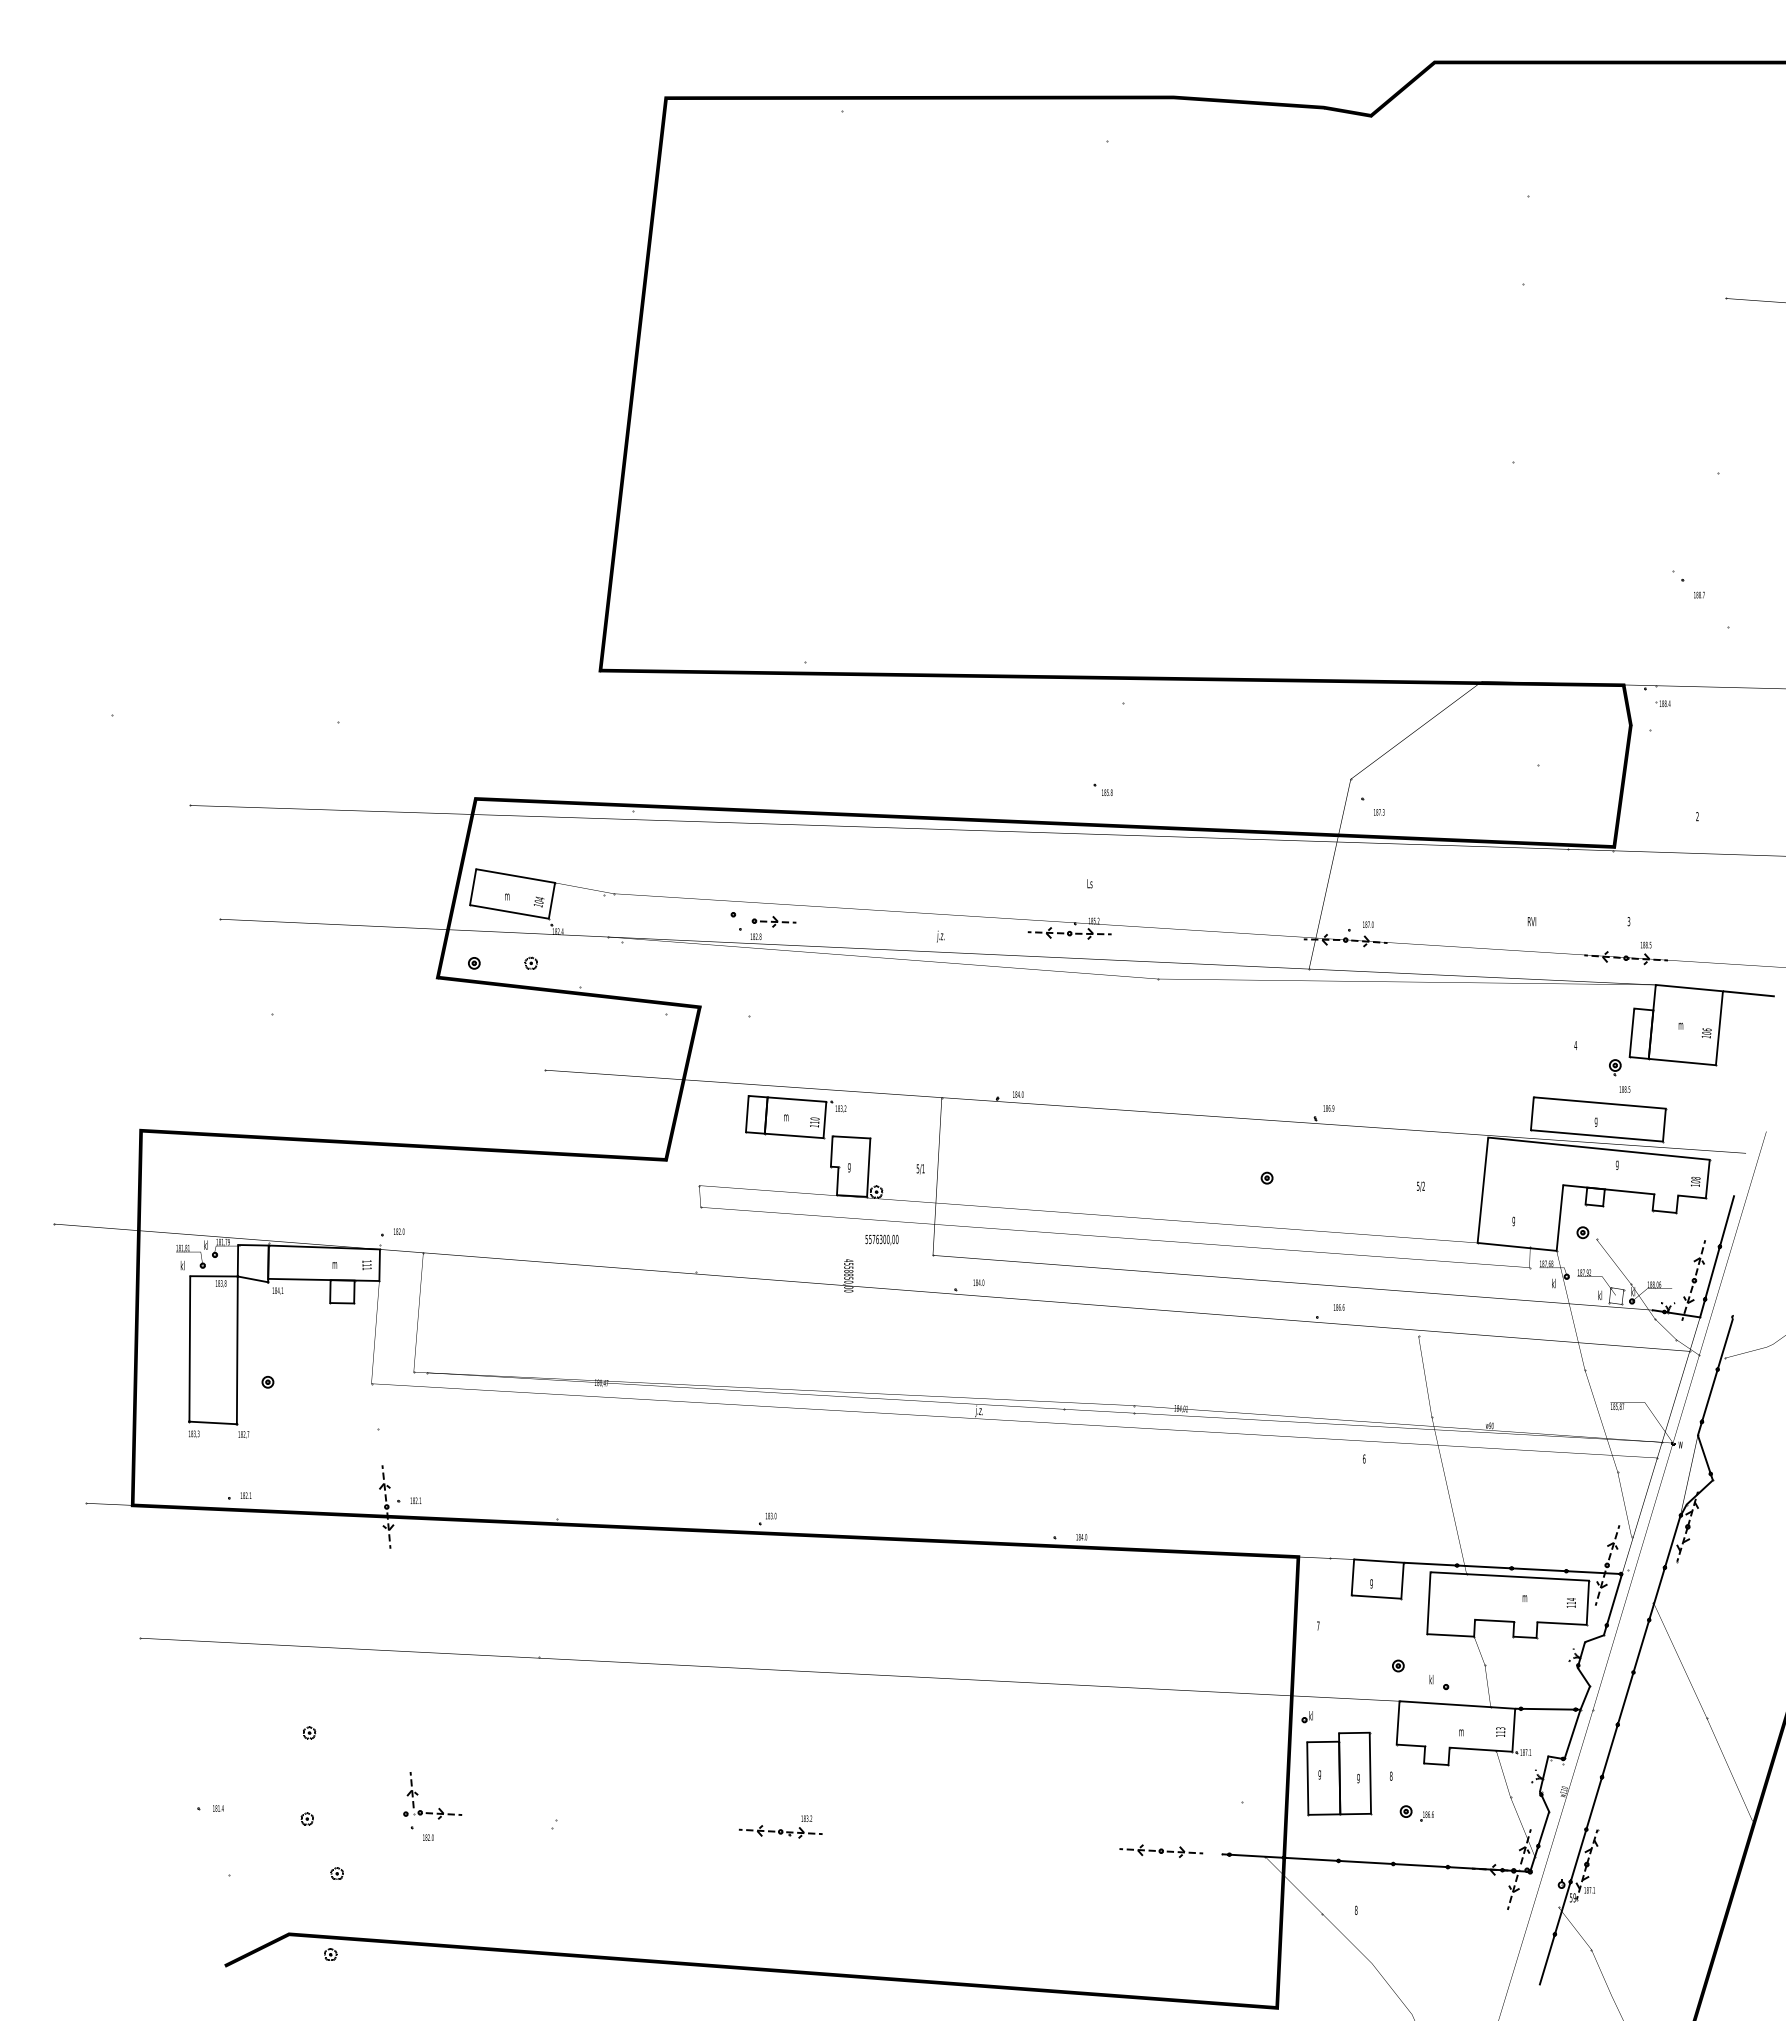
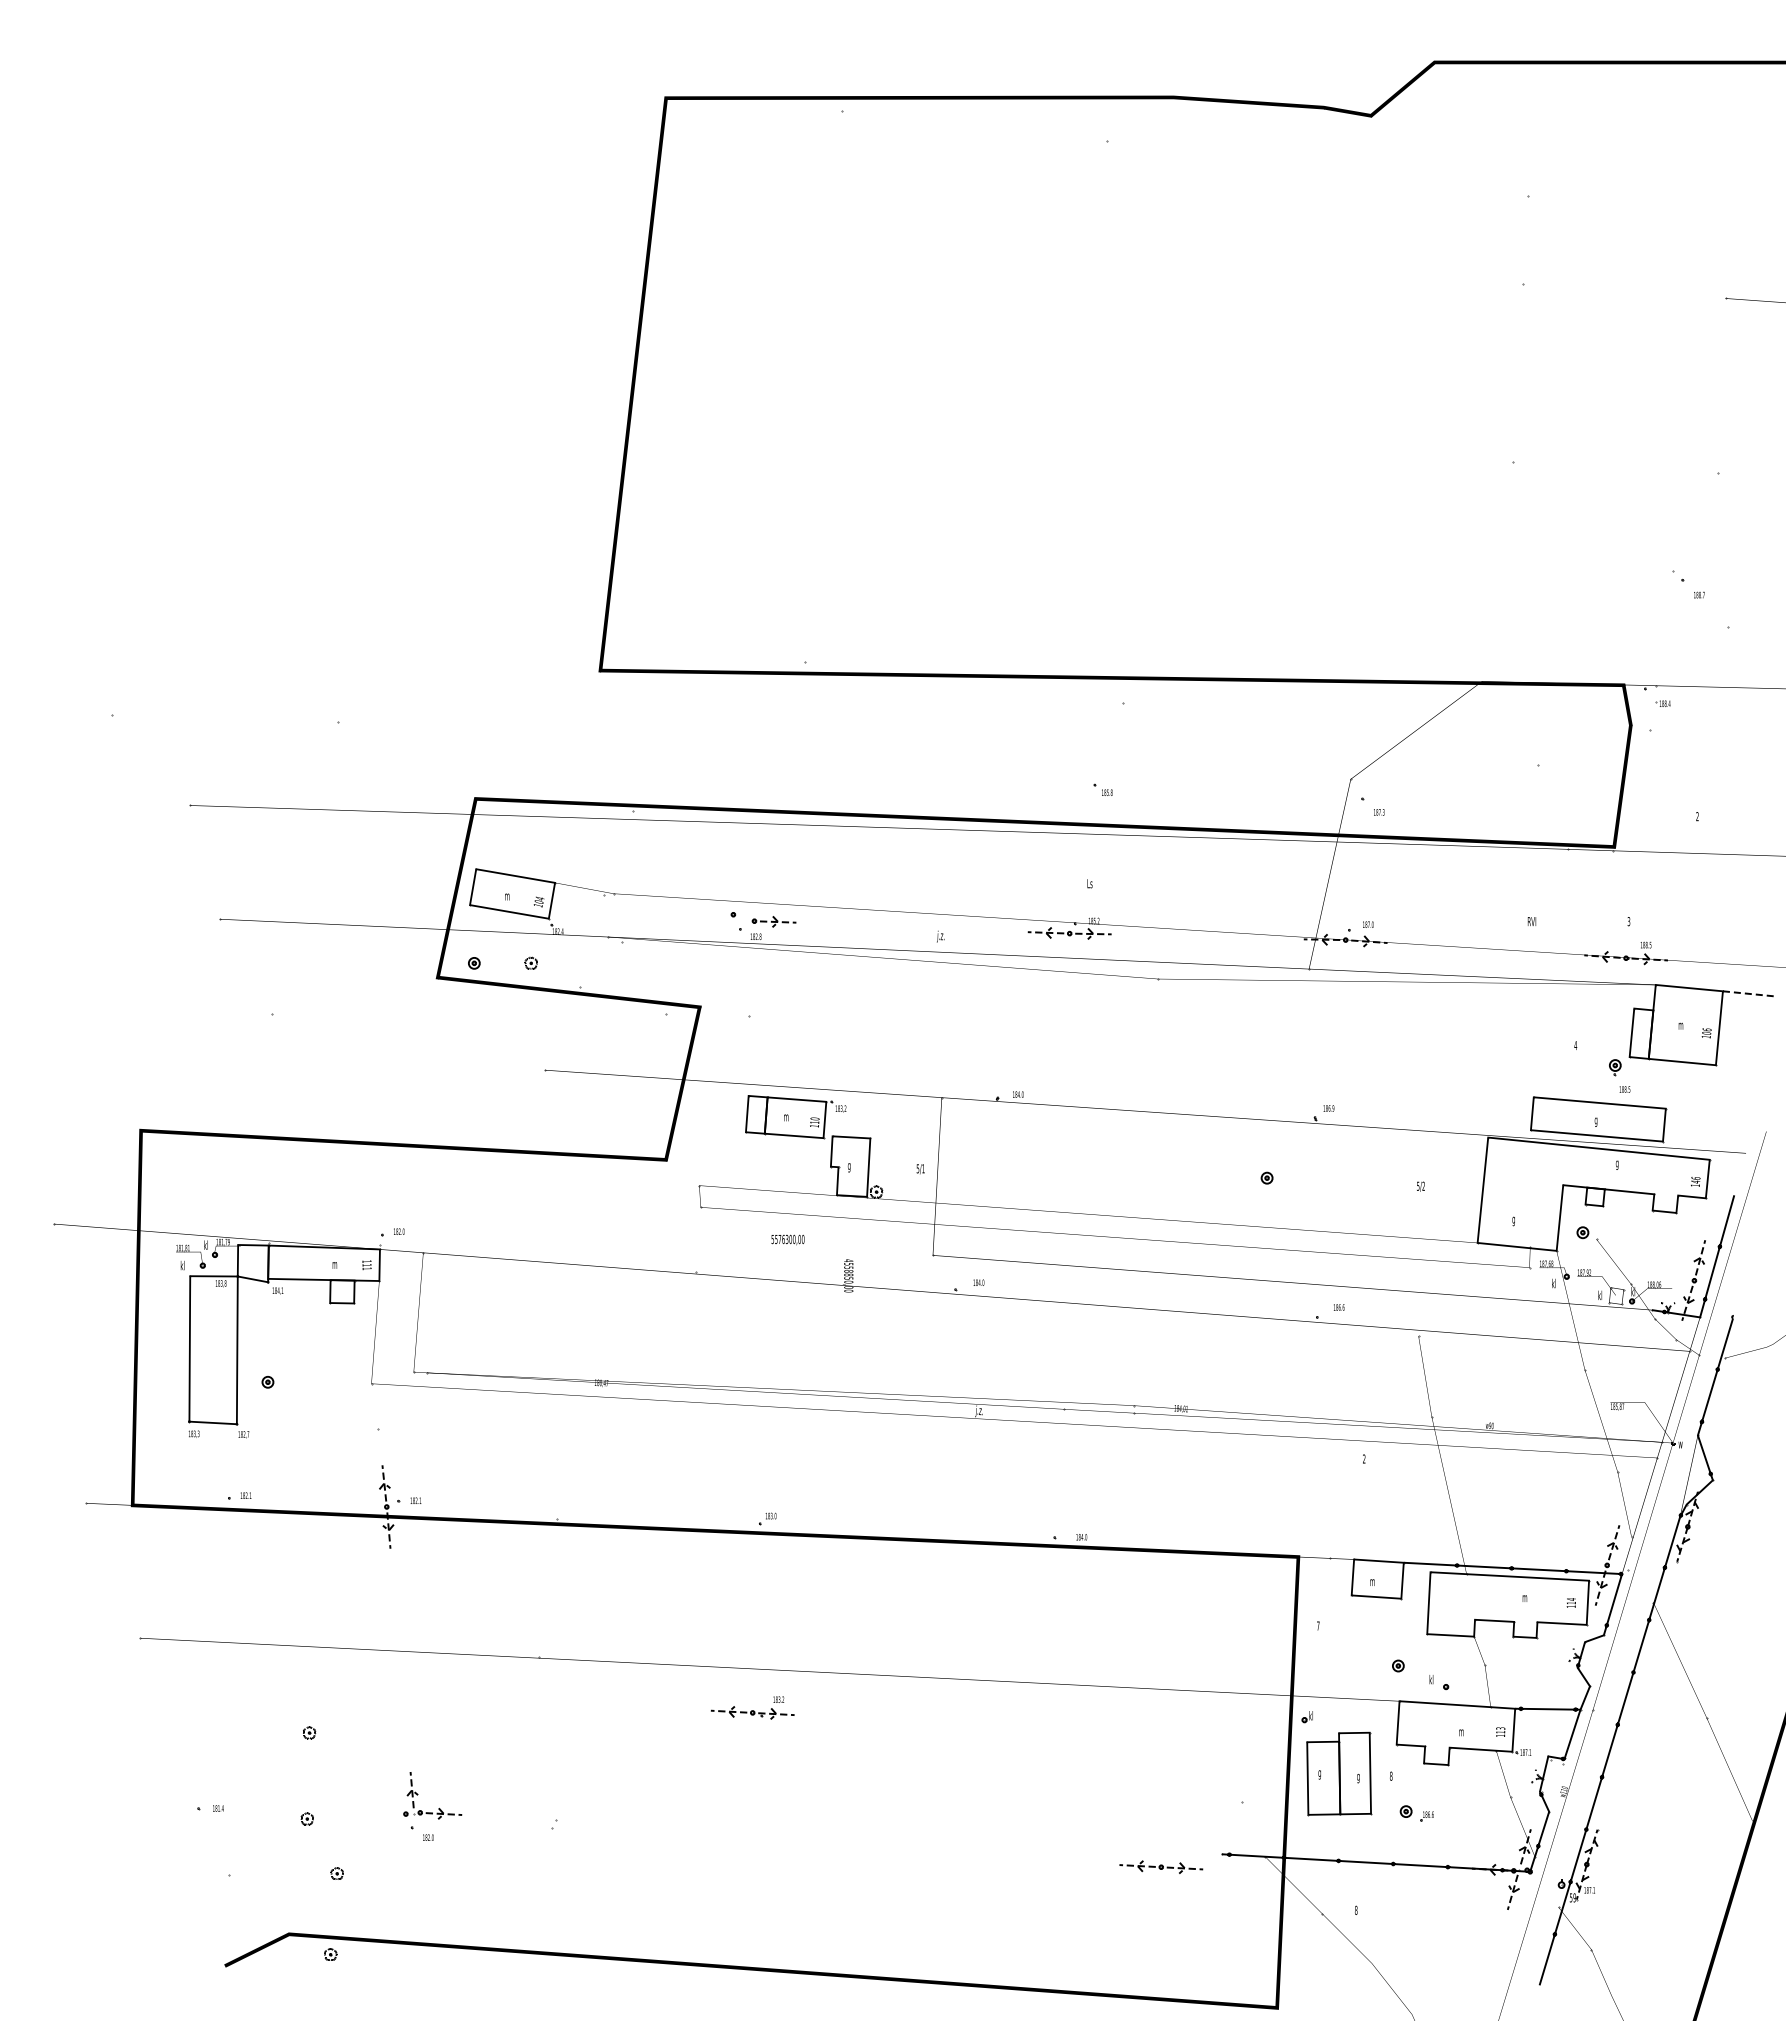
line at (1749, 993): solid -> dashed
text at (1695, 1179): 108 -> 146
text at (881, 1239) position: (881, 1239) -> (787, 1239)
text at (1364, 1458): 6 -> 2
text at (1372, 1583): g -> m
part at (780, 1826) position: (780, 1826) -> (752, 1707)
part at (1161, 1850) position: (1161, 1850) -> (1161, 1866)
